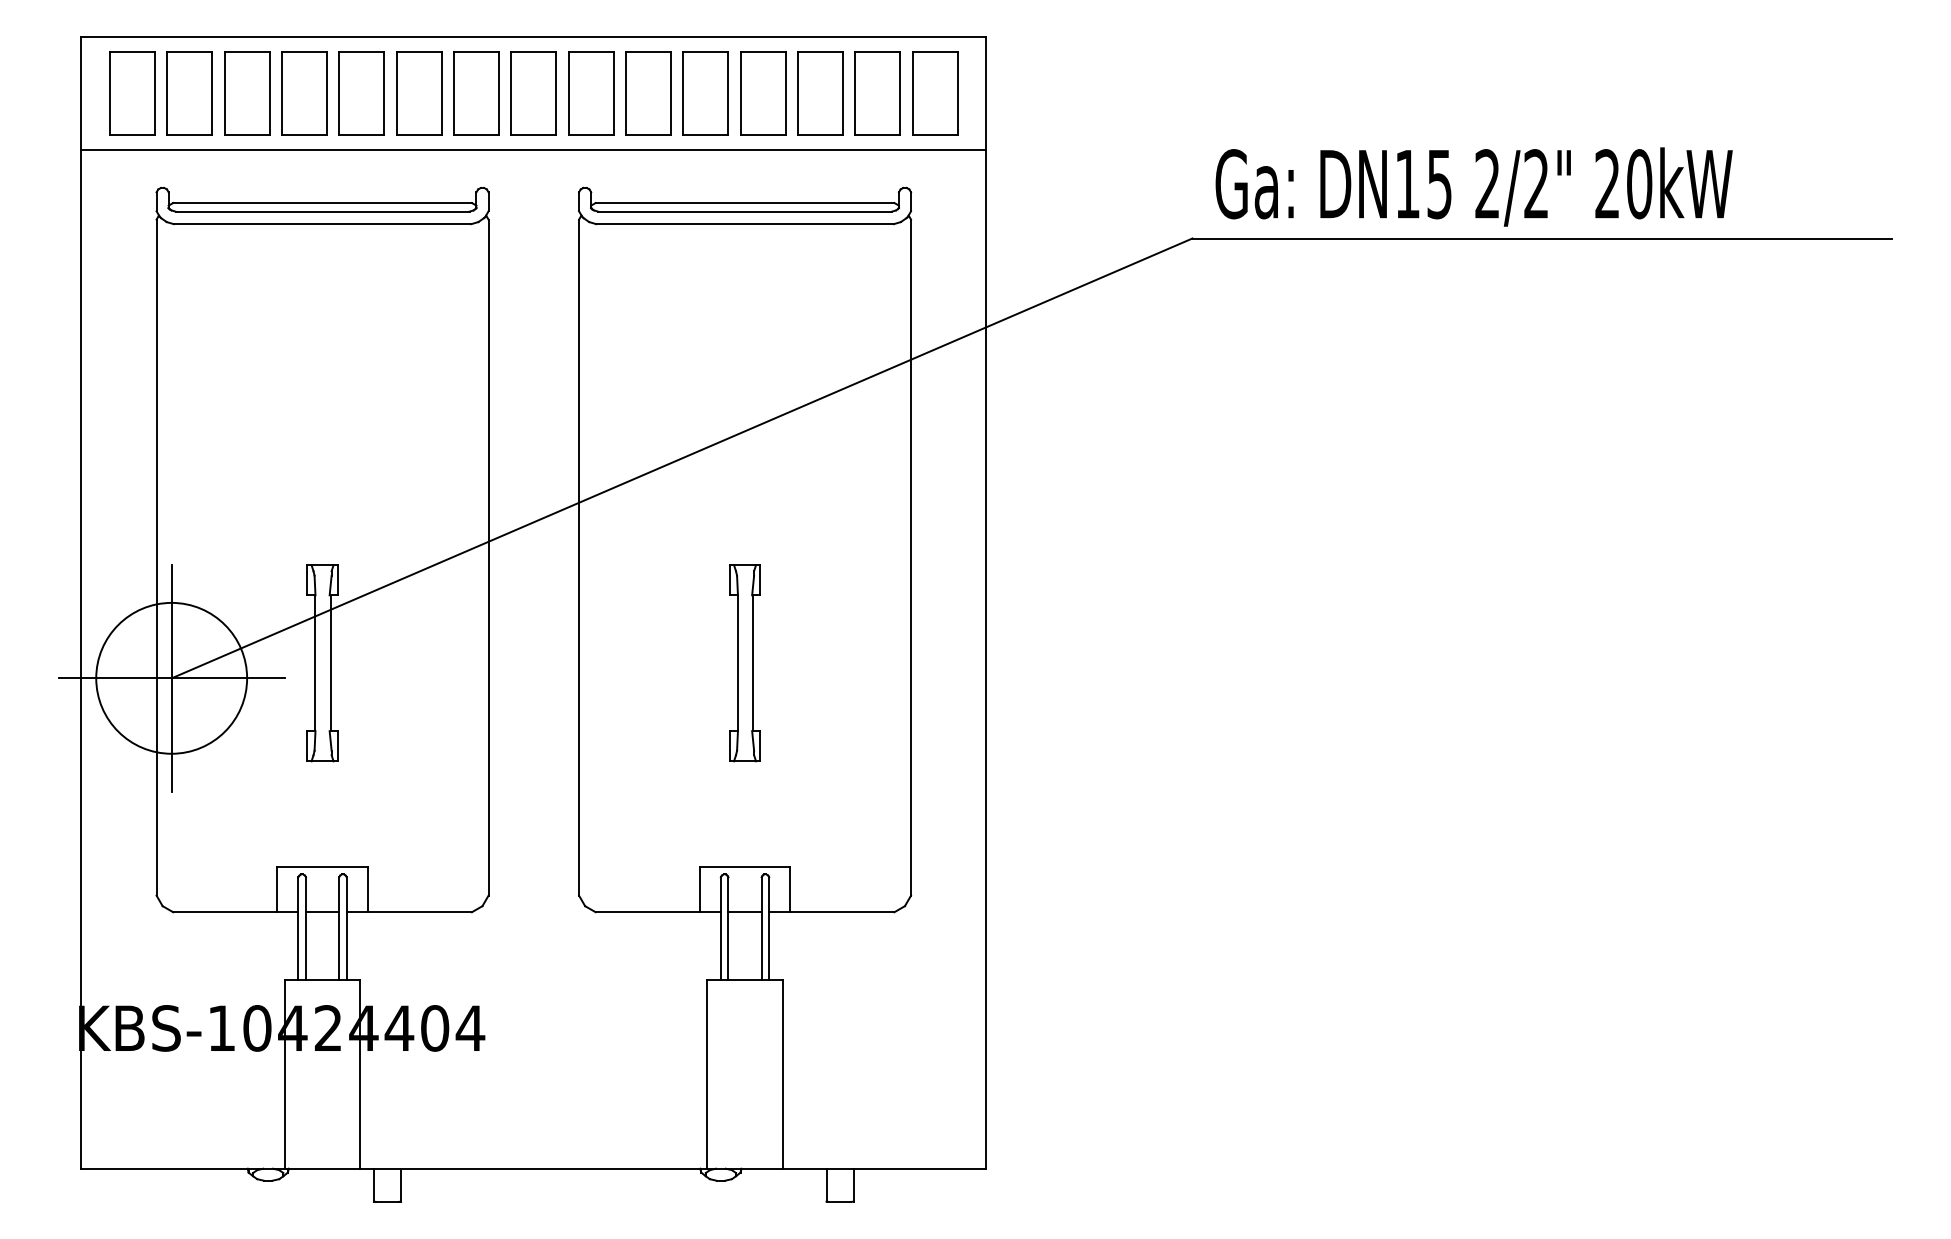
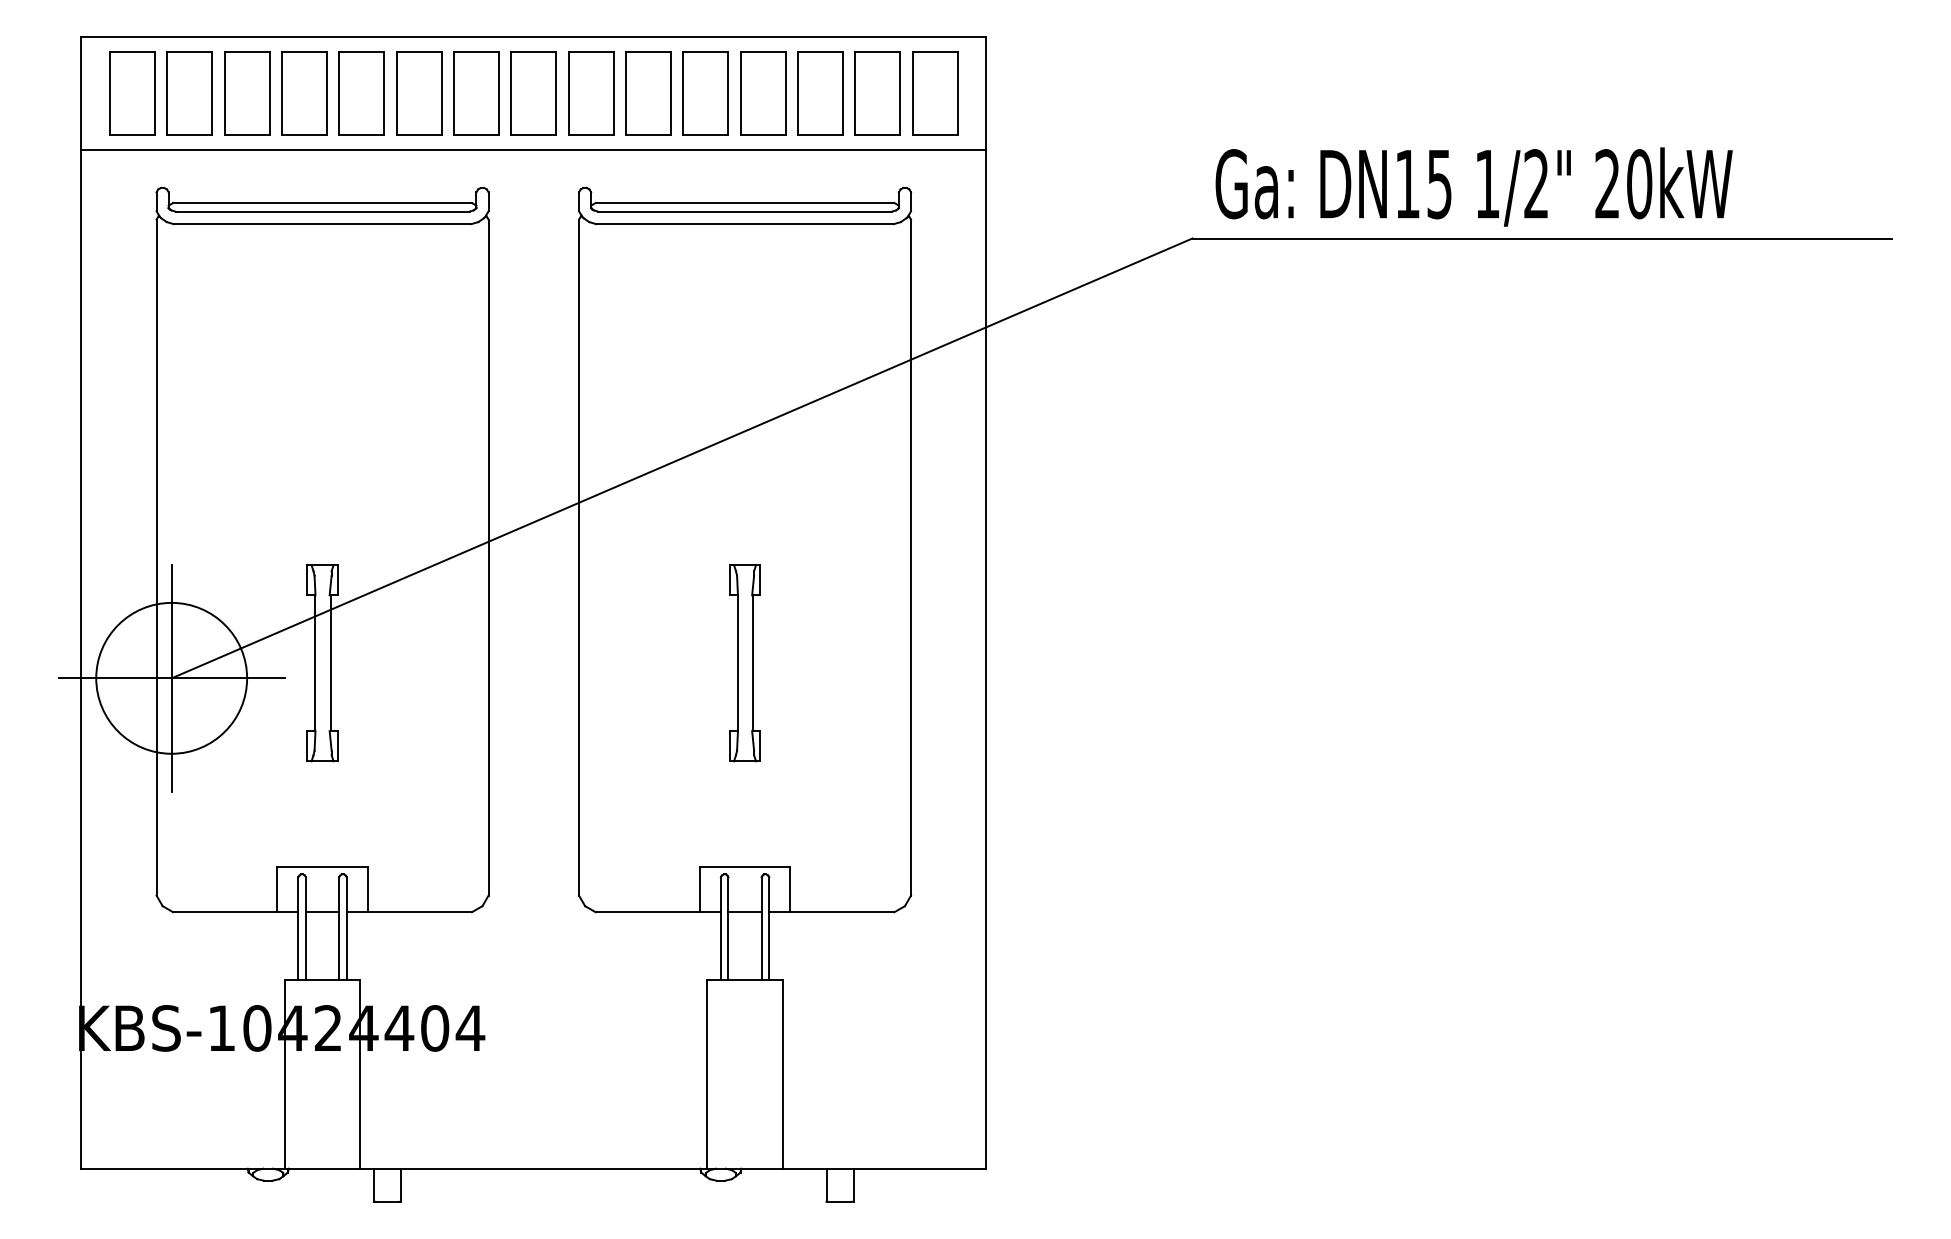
text at (1487, 183): 2/2" -> 1/2"
